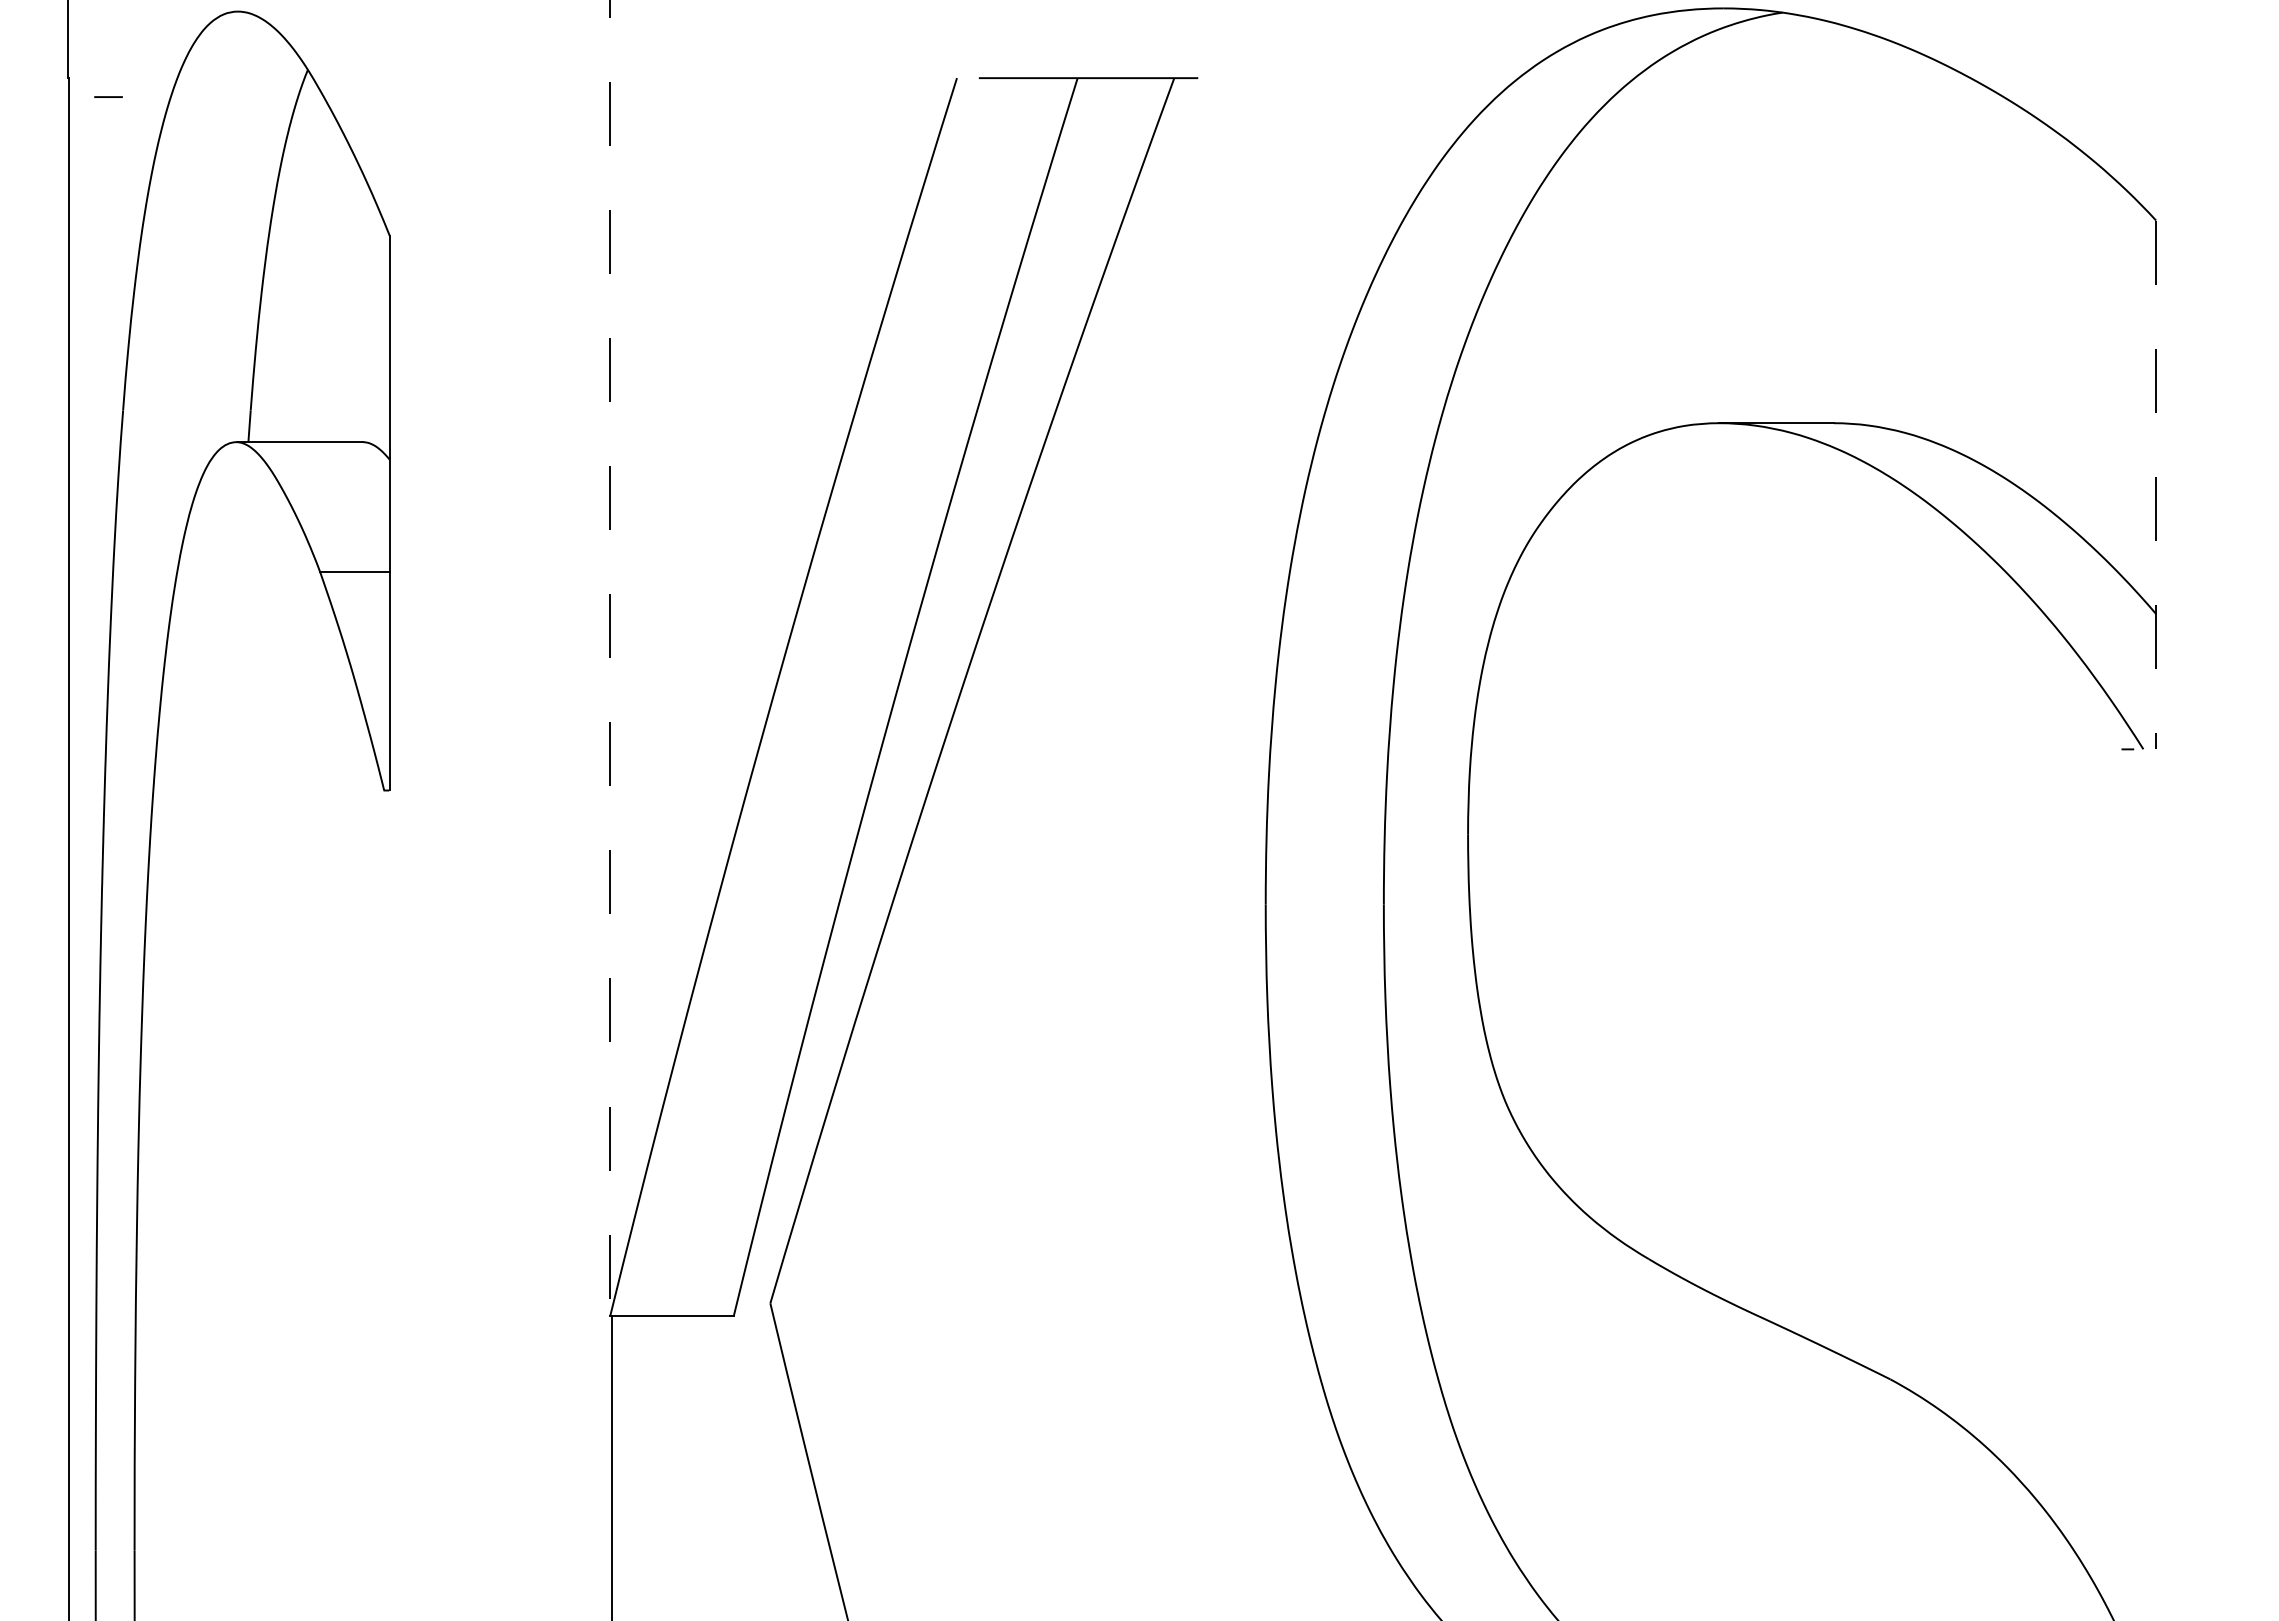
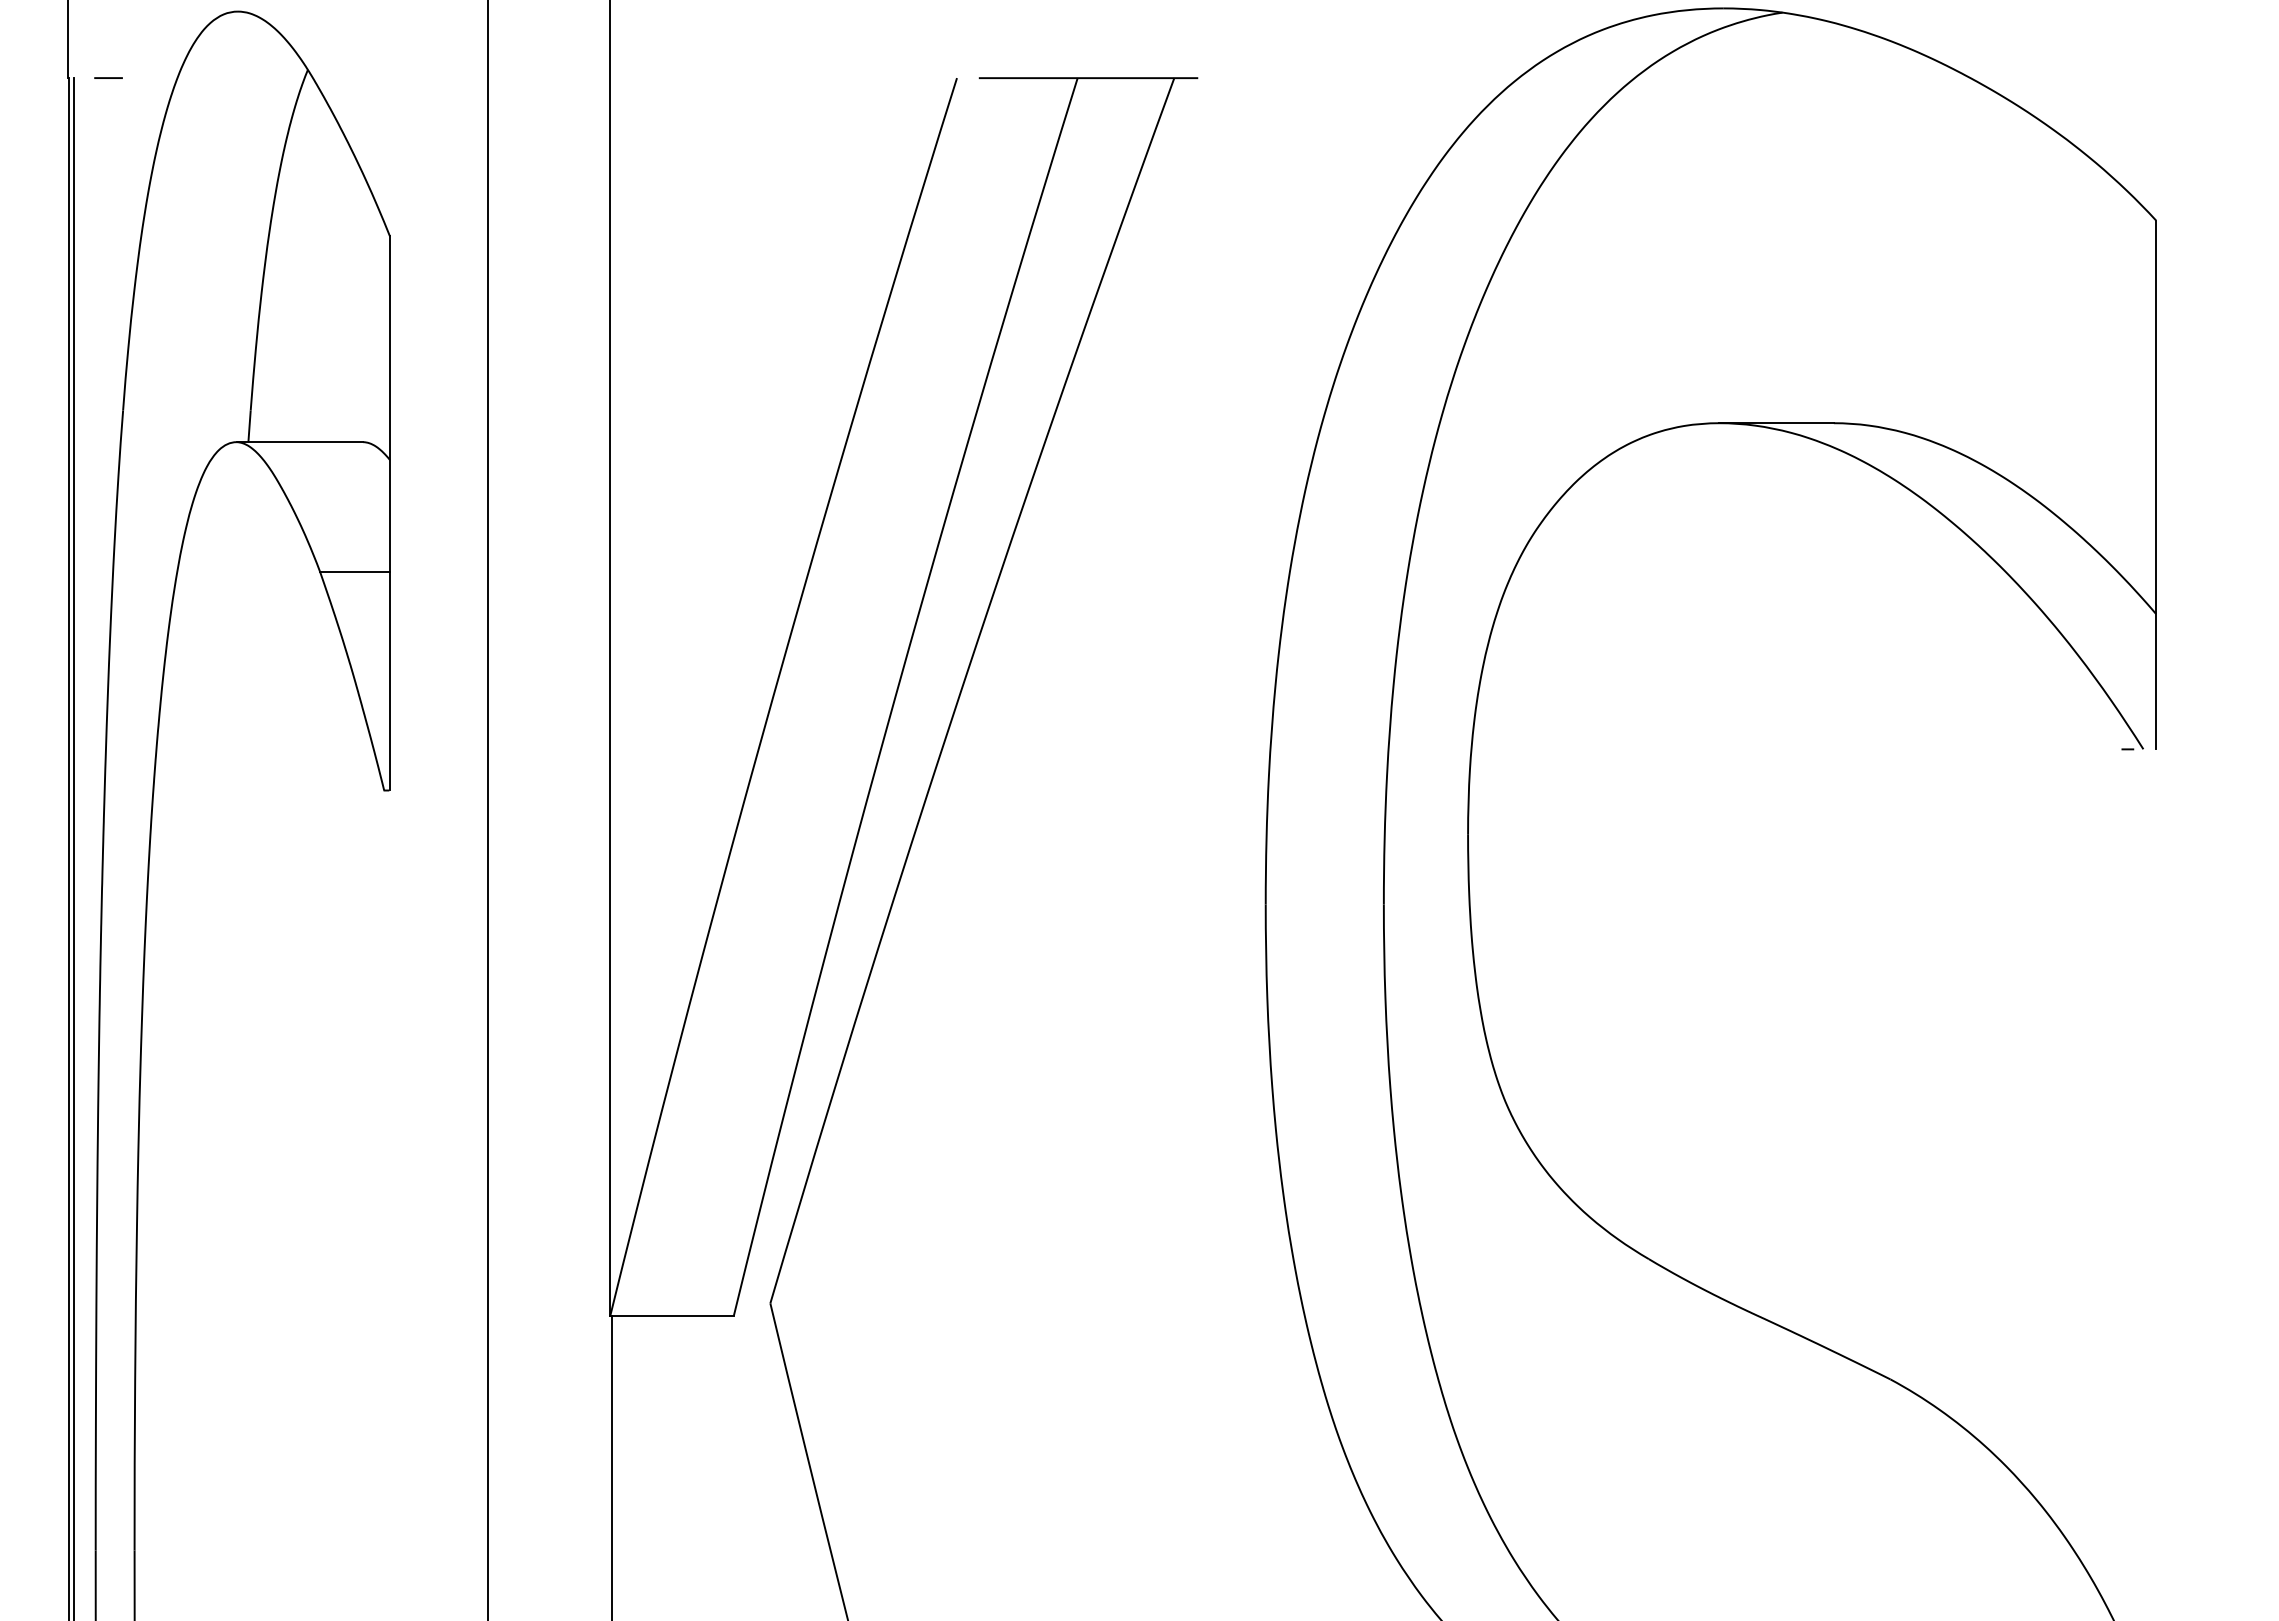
line at (108, 96) position: (108, 96) -> (108, 77)
line at (2156, 485): dashed -> solid
line at (610, 658): dashed -> solid
line at (487, 809): none -> present
line at (73, 847): none -> present
